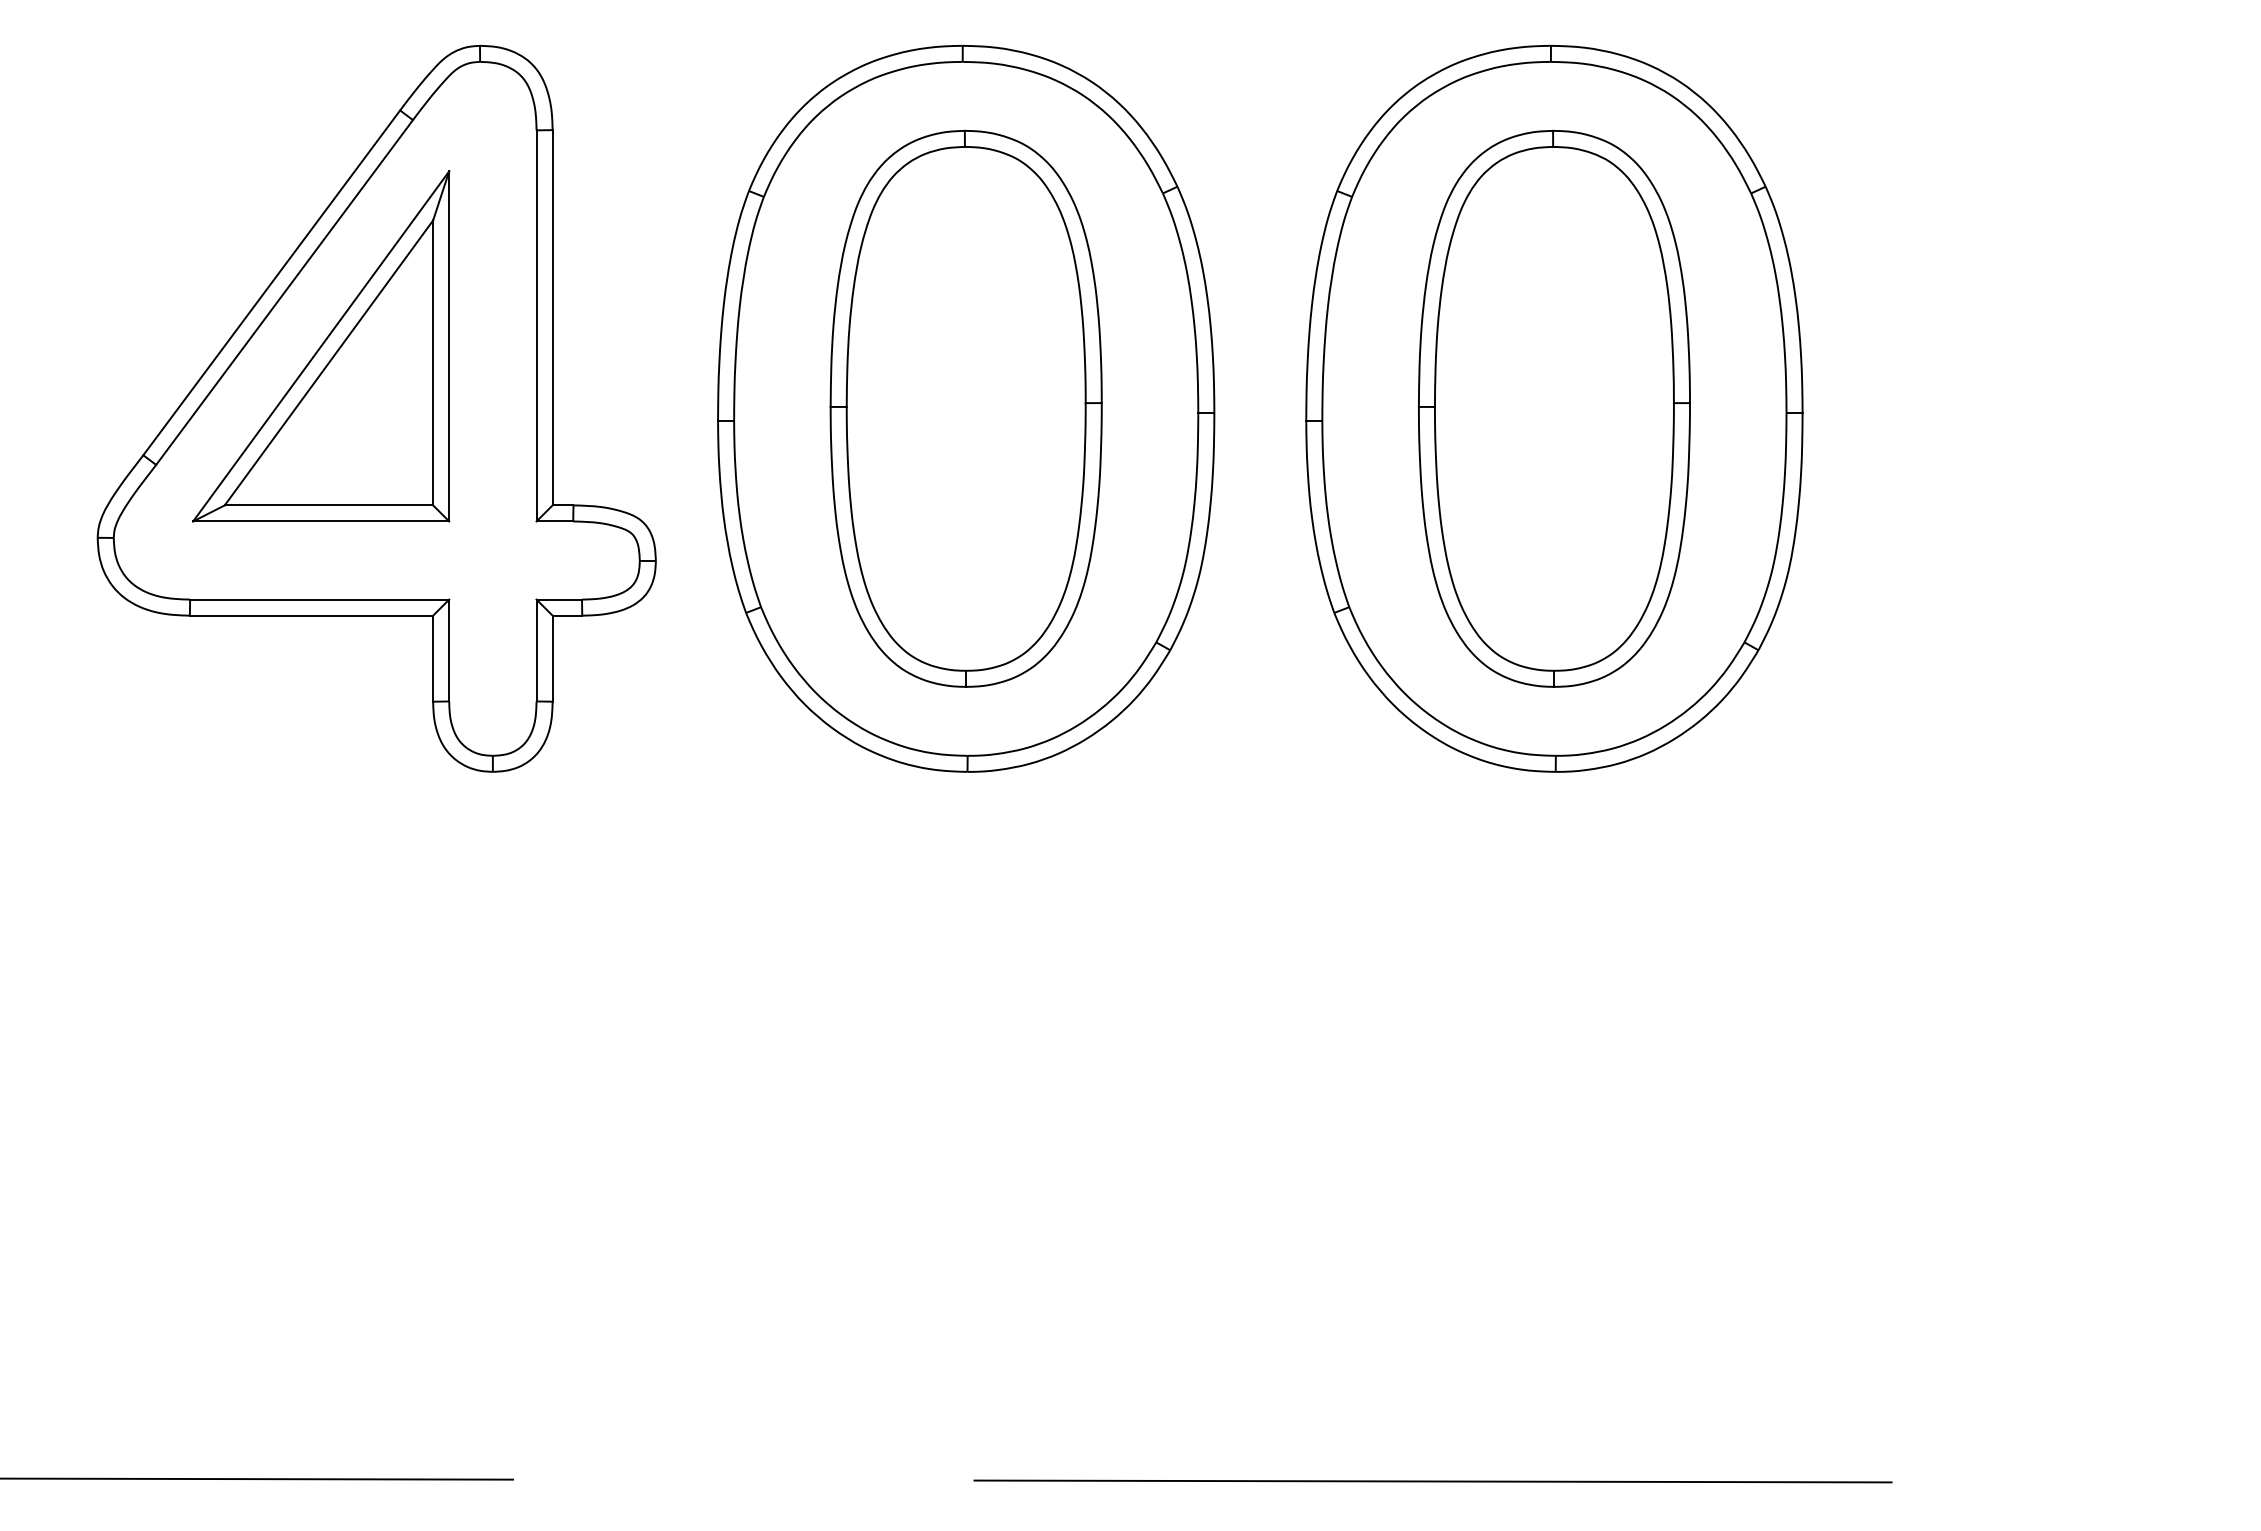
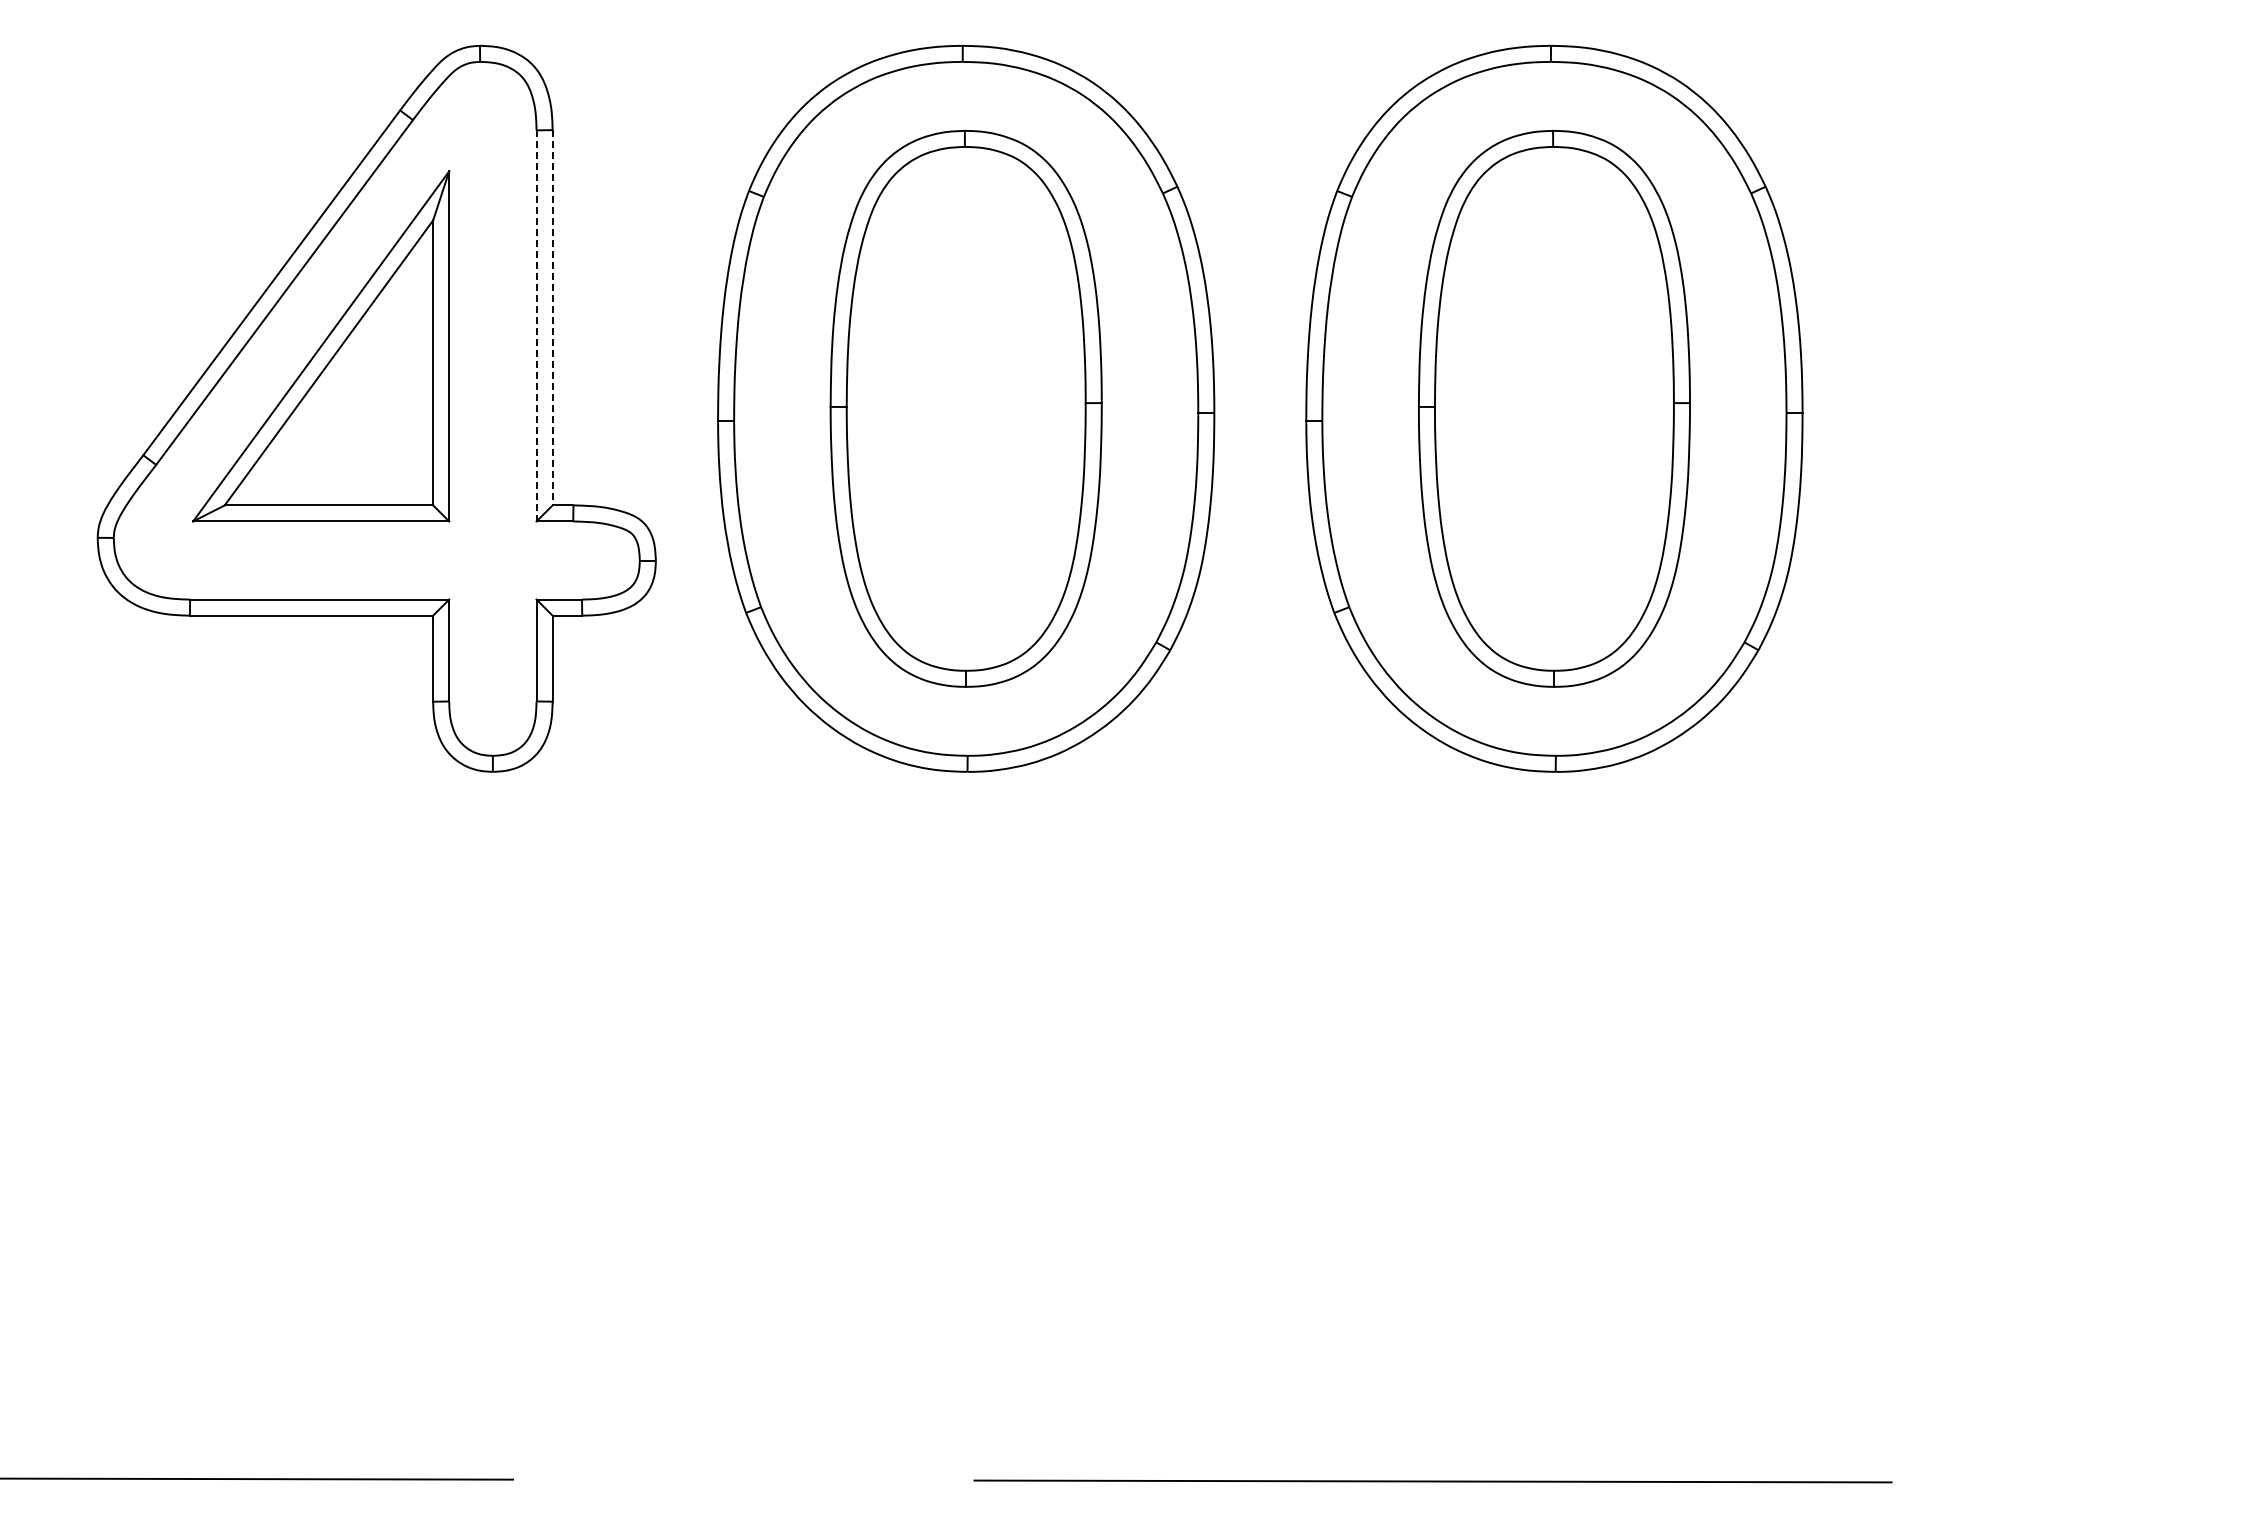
line at (552, 317): solid -> dashed
line at (536, 325): solid -> dashed
